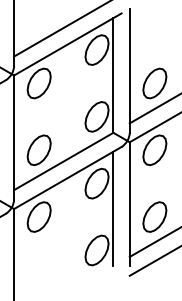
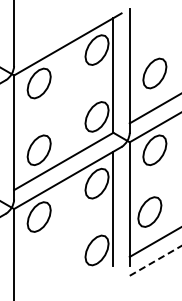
line at (61, 29): present -> none
part at (154, 83) position: (154, 83) -> (154, 73)
part at (154, 216) position: (154, 216) -> (149, 211)
line at (155, 260): solid -> dashed
